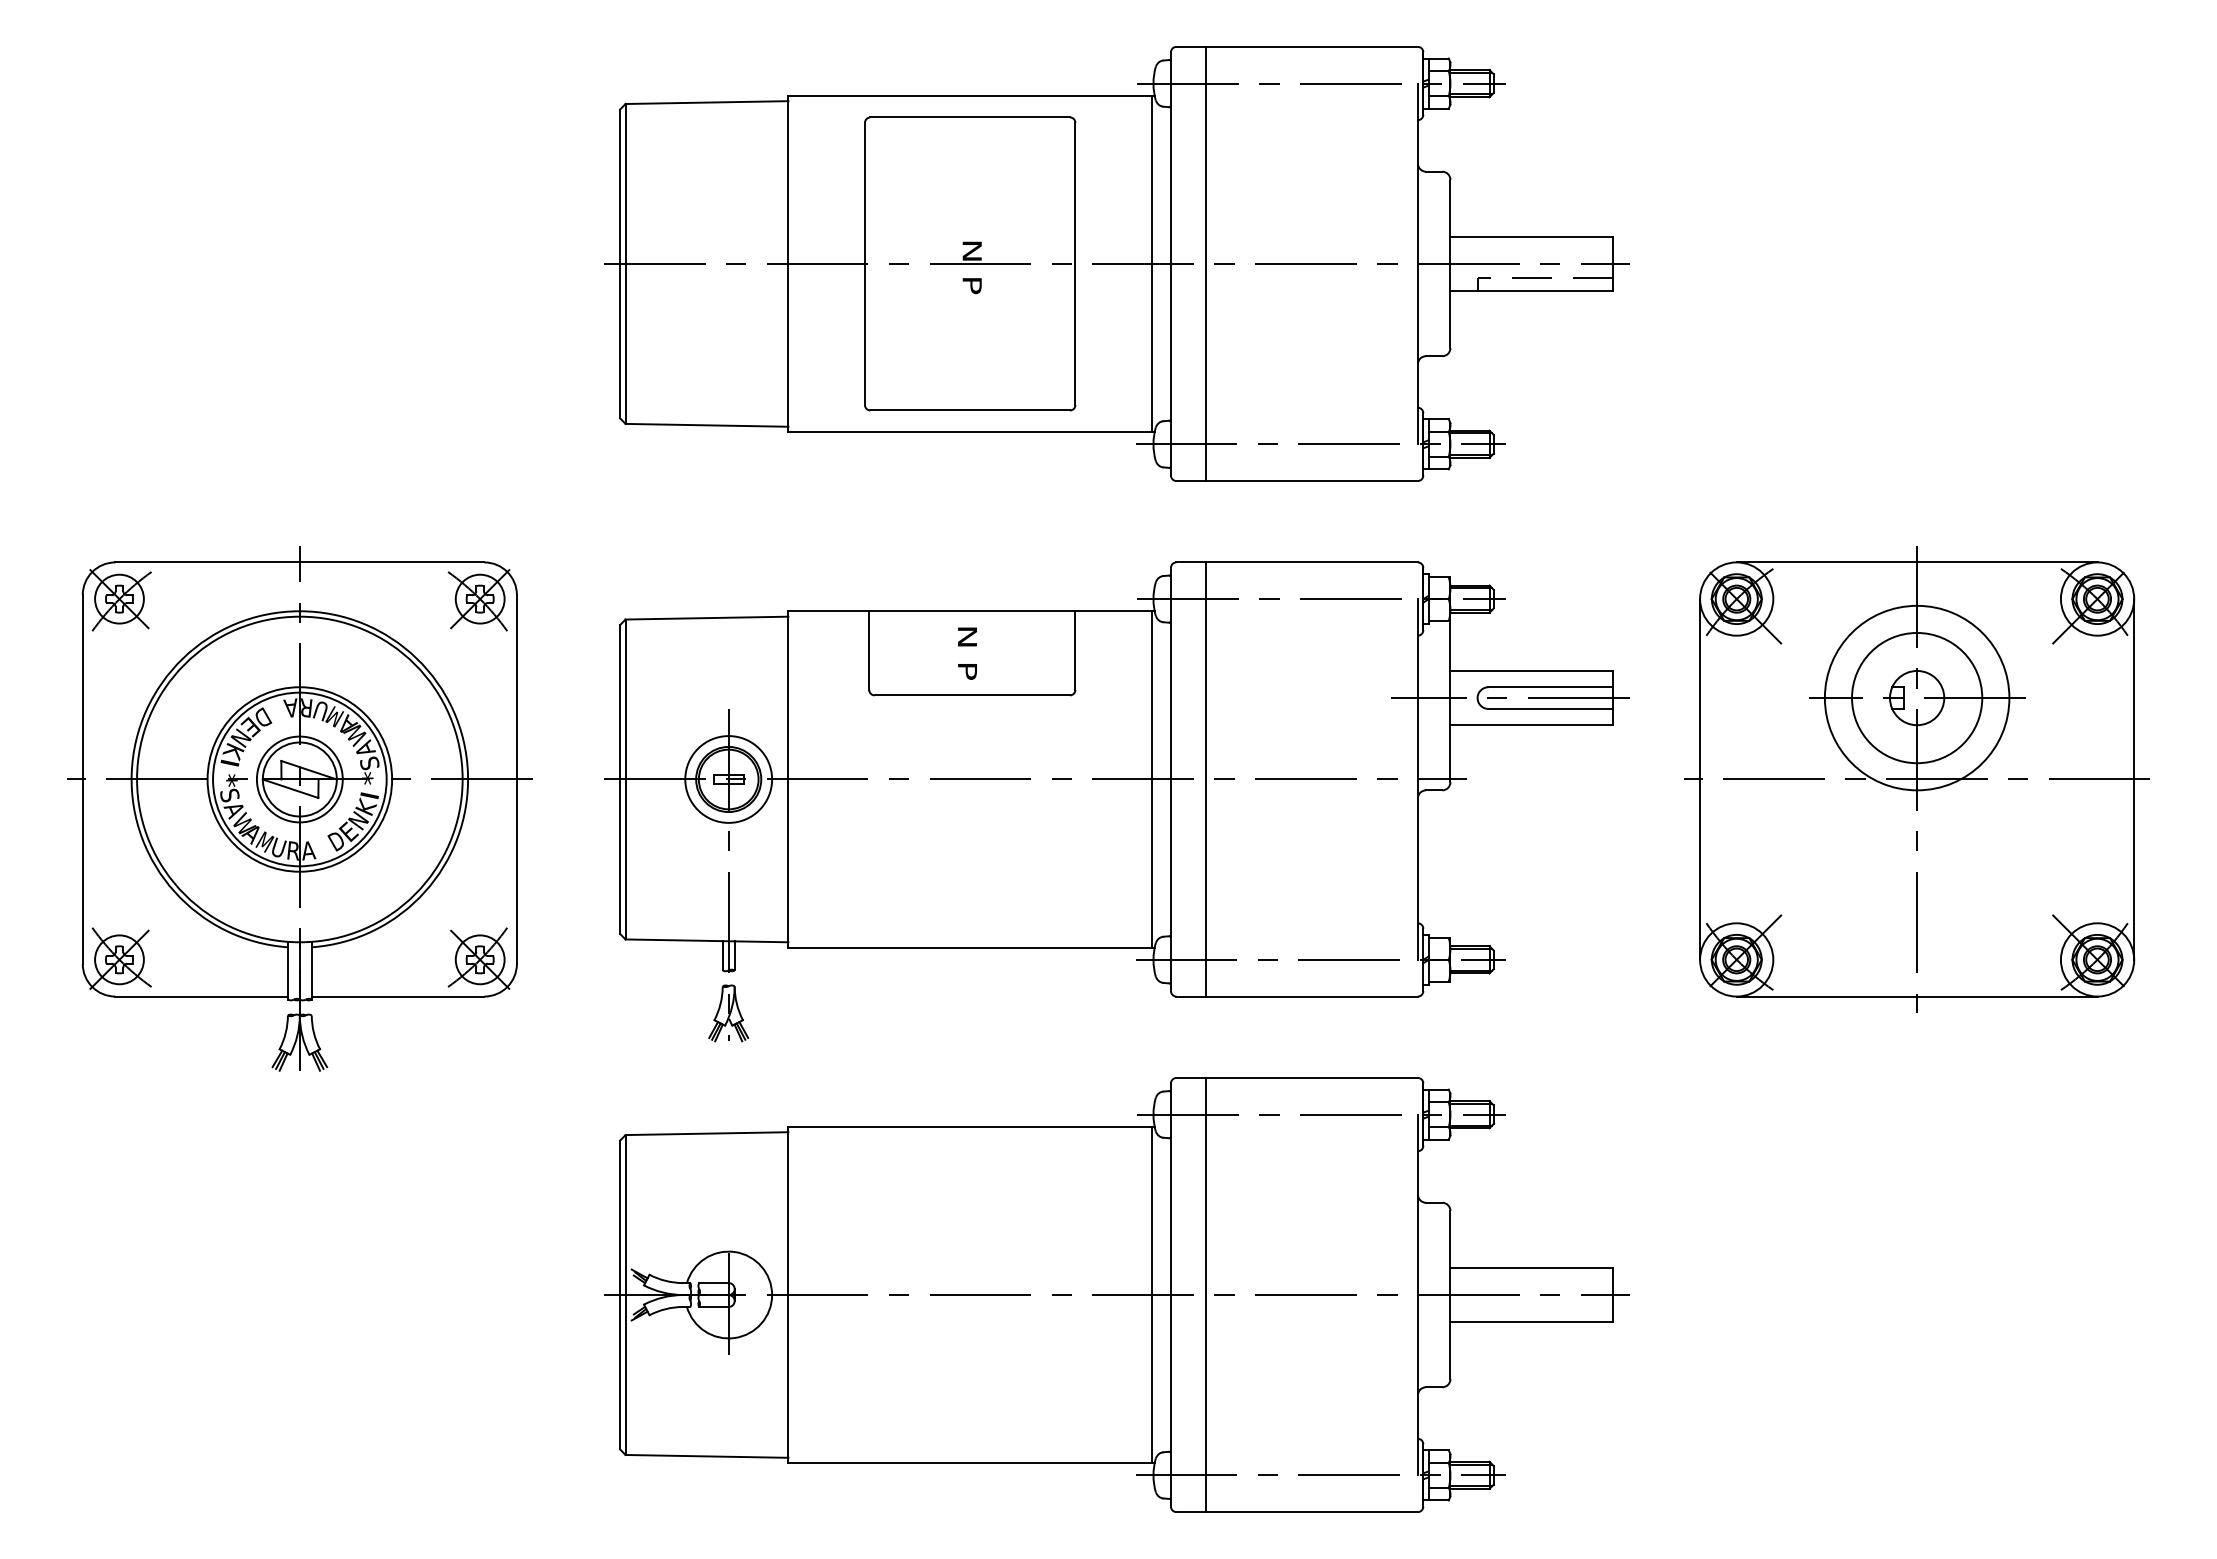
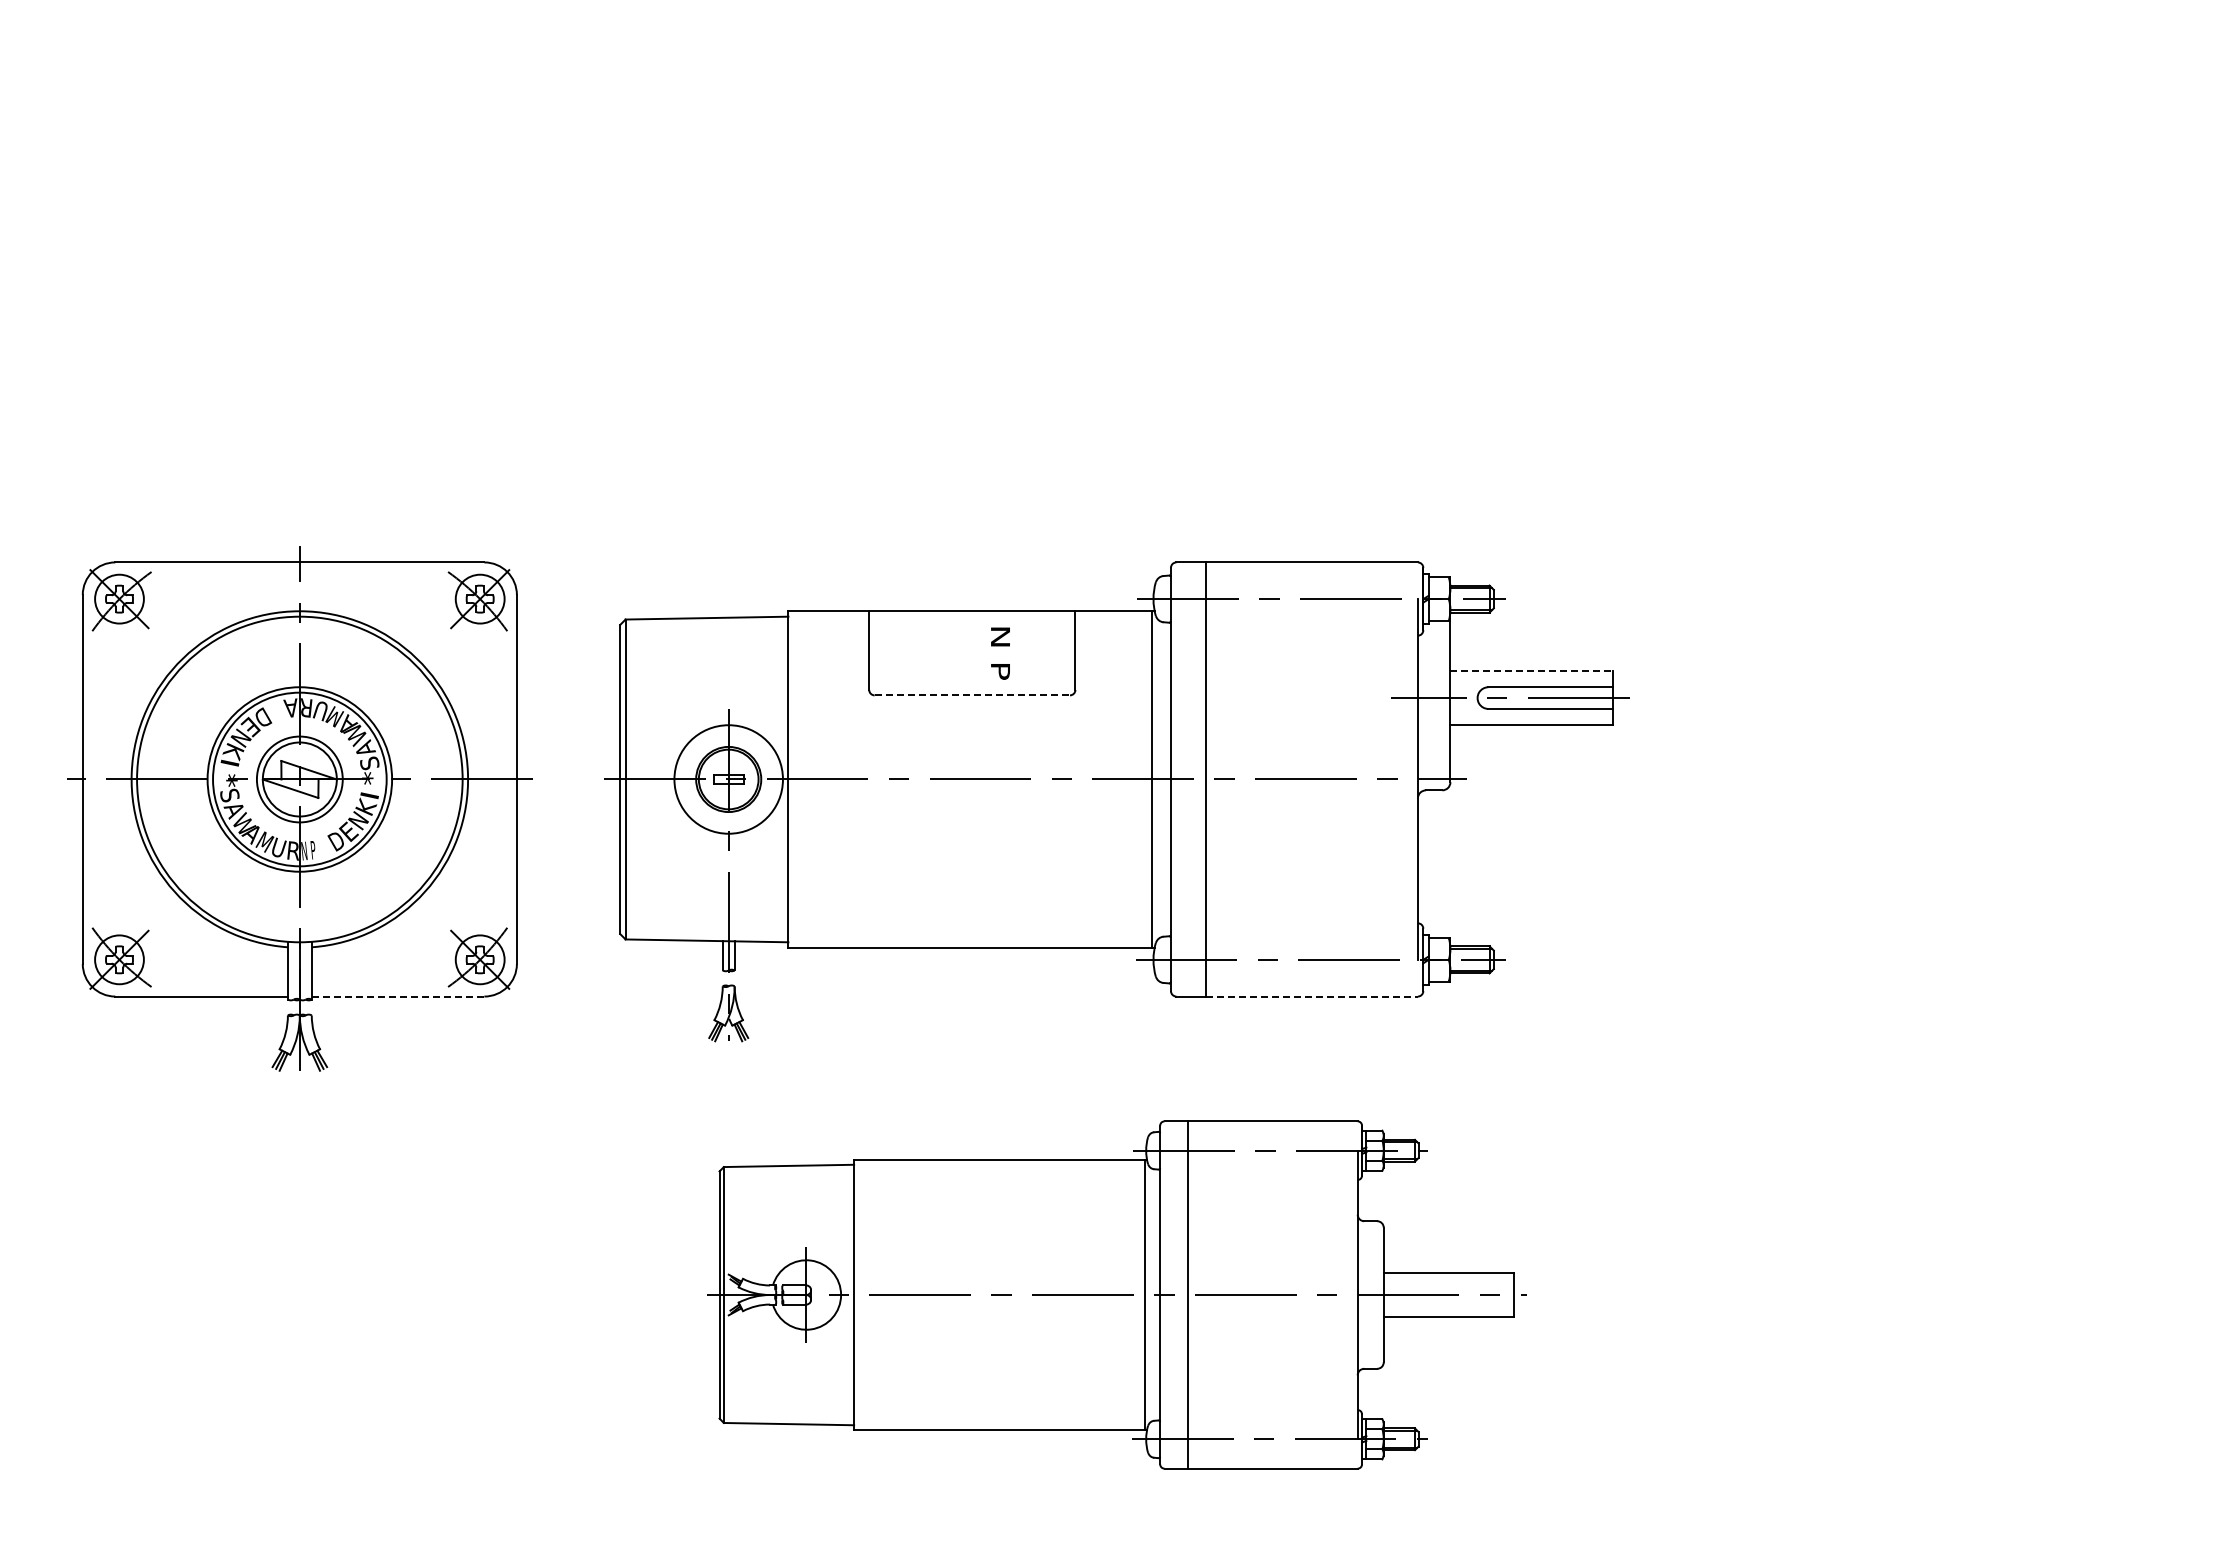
part at (1116, 263): present -> none
text at (967, 653) position: (967, 653) -> (1000, 653)
line at (1532, 670): solid -> dashed
line at (972, 695): solid -> dashed
circle at (728, 779) diameter: 87 px -> 109 px
part at (1916, 779): present -> none
text at (308, 850): A -> N P
line at (398, 996): solid -> dashed
line at (1312, 996): solid -> dashed
part at (1116, 1294) size: 1026x436 px -> 820x350 px
